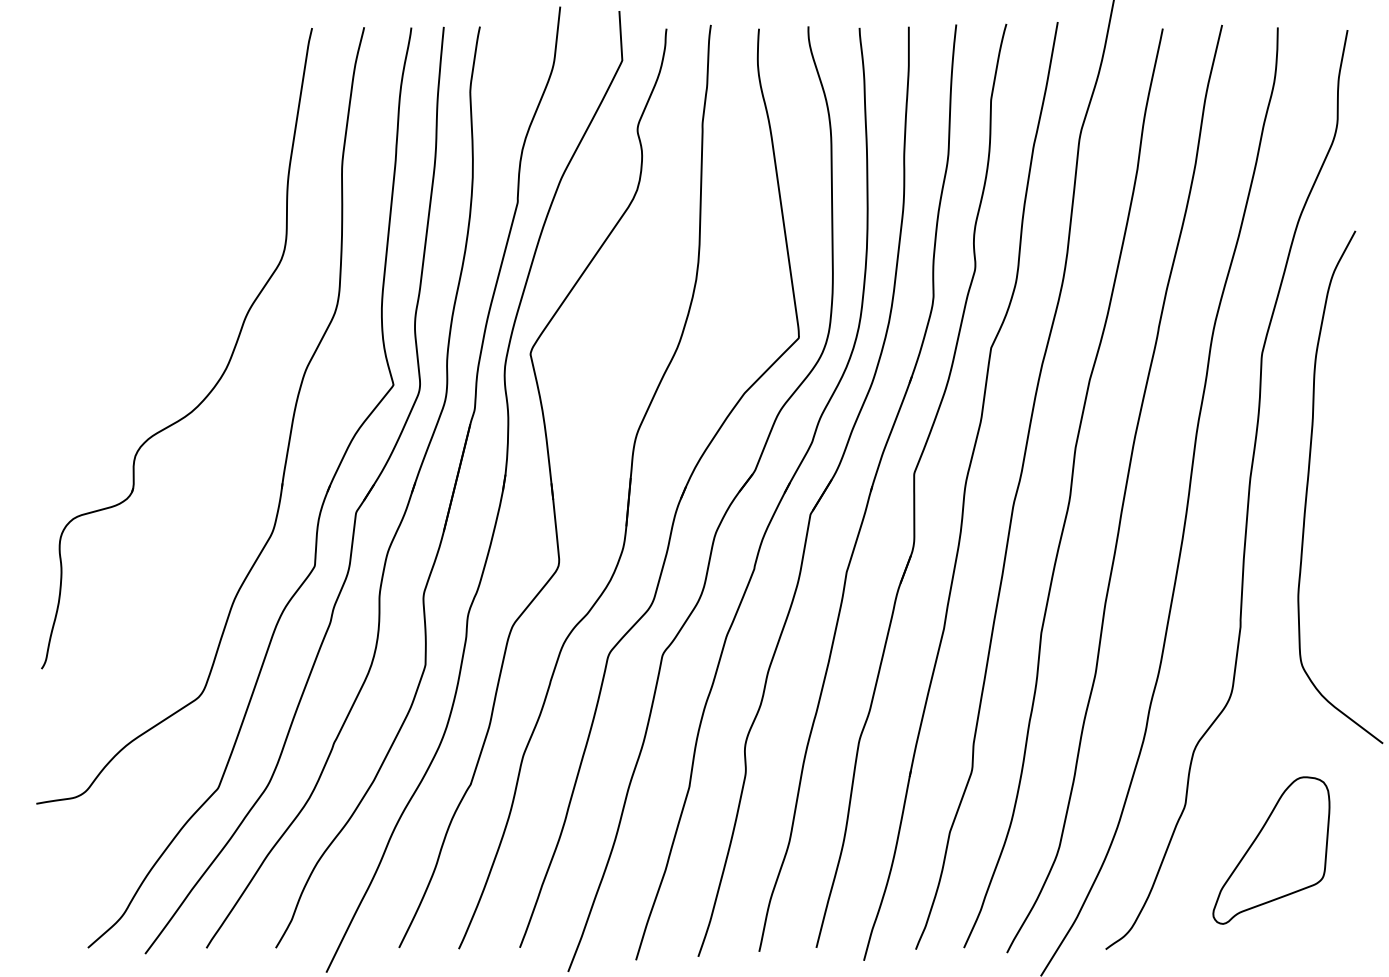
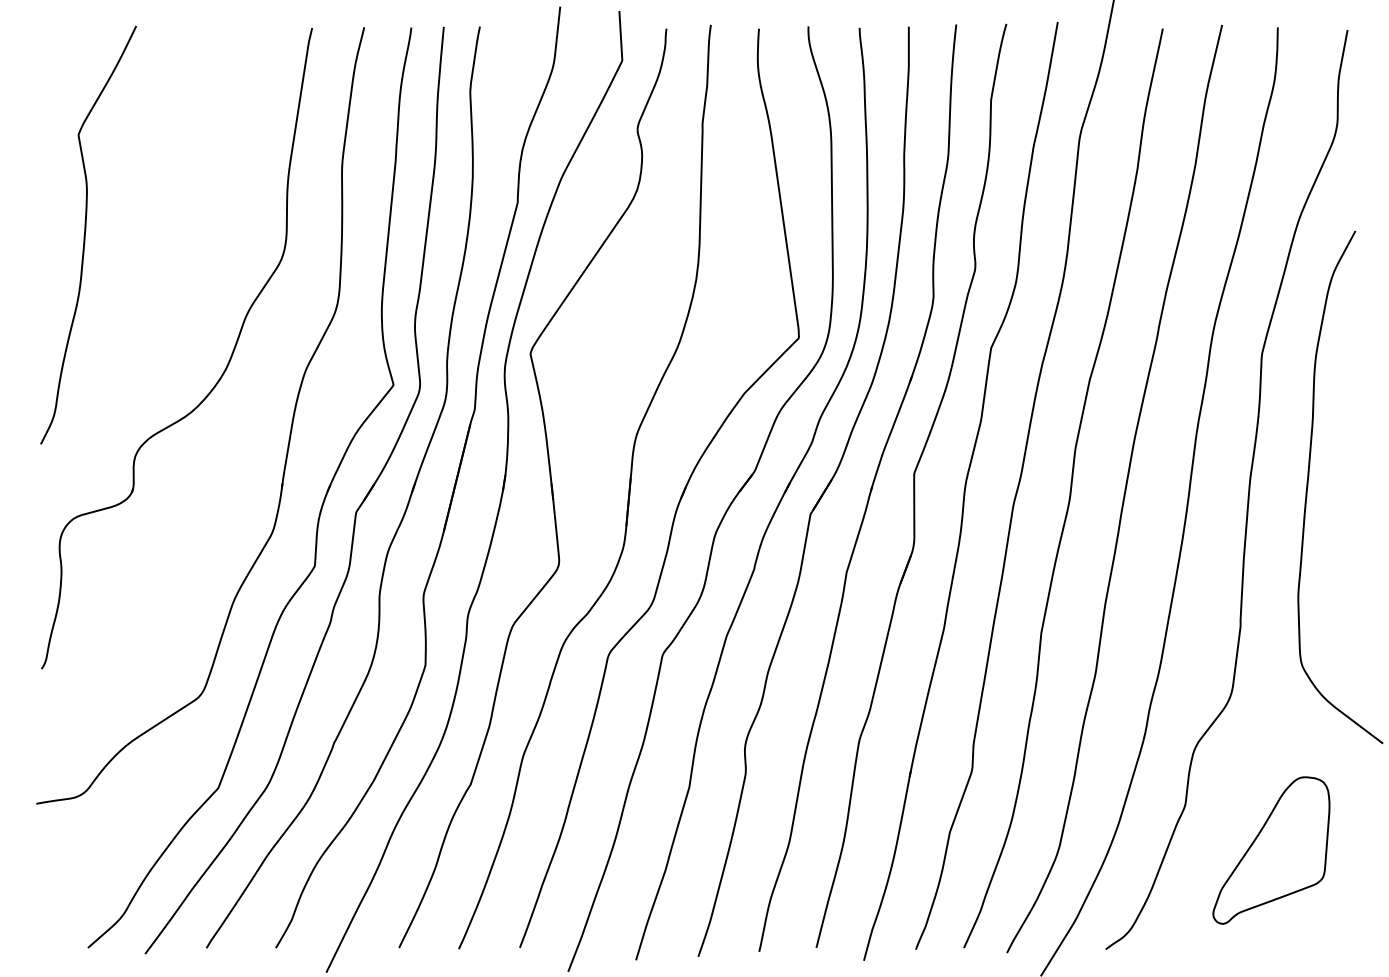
curve at (85, 234): none -> present
